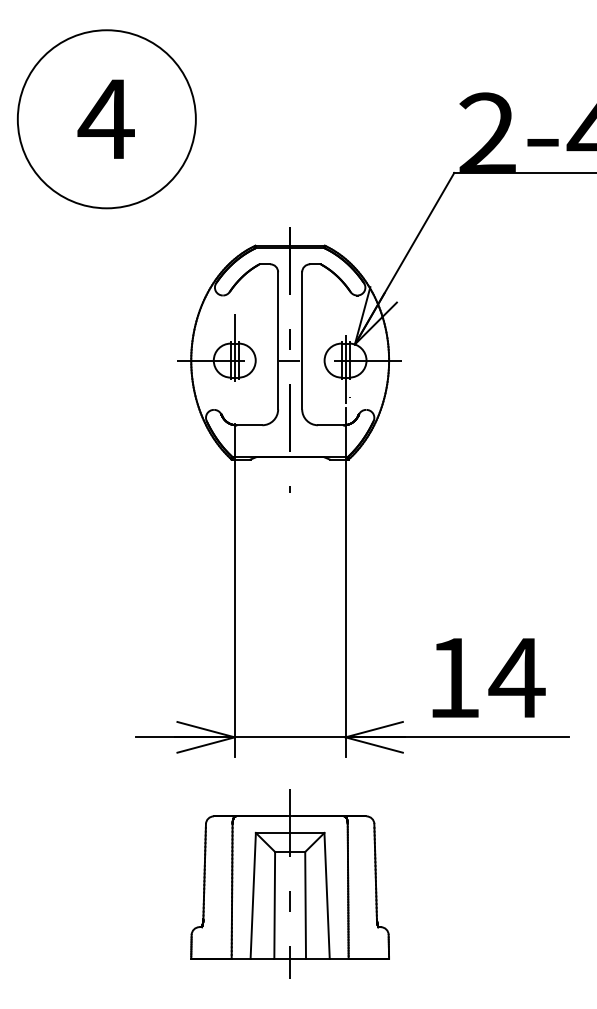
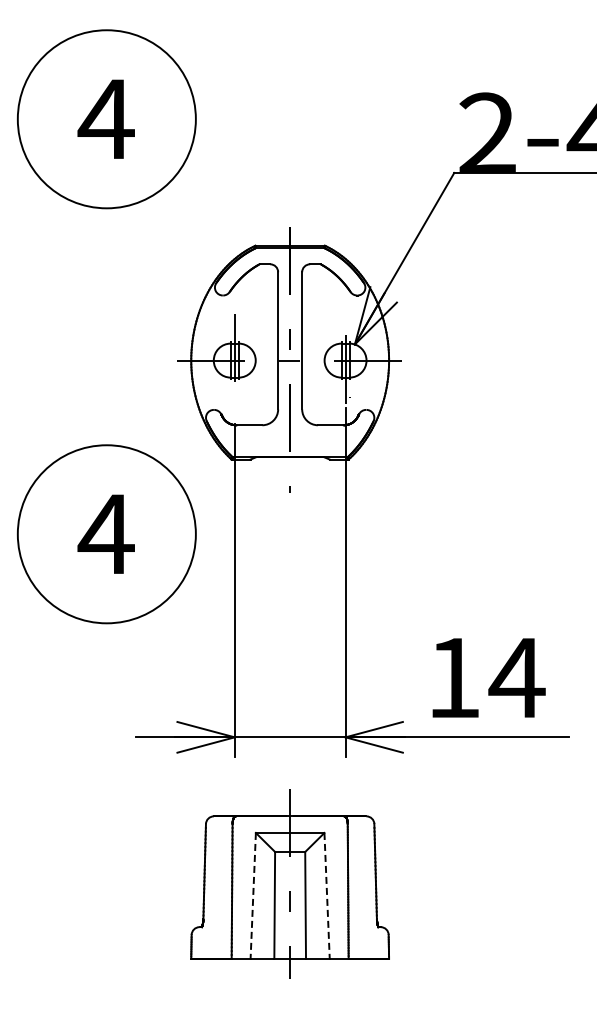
part at (106, 534): none -> present
line at (253, 895): solid -> dashed
line at (327, 895): solid -> dashed
